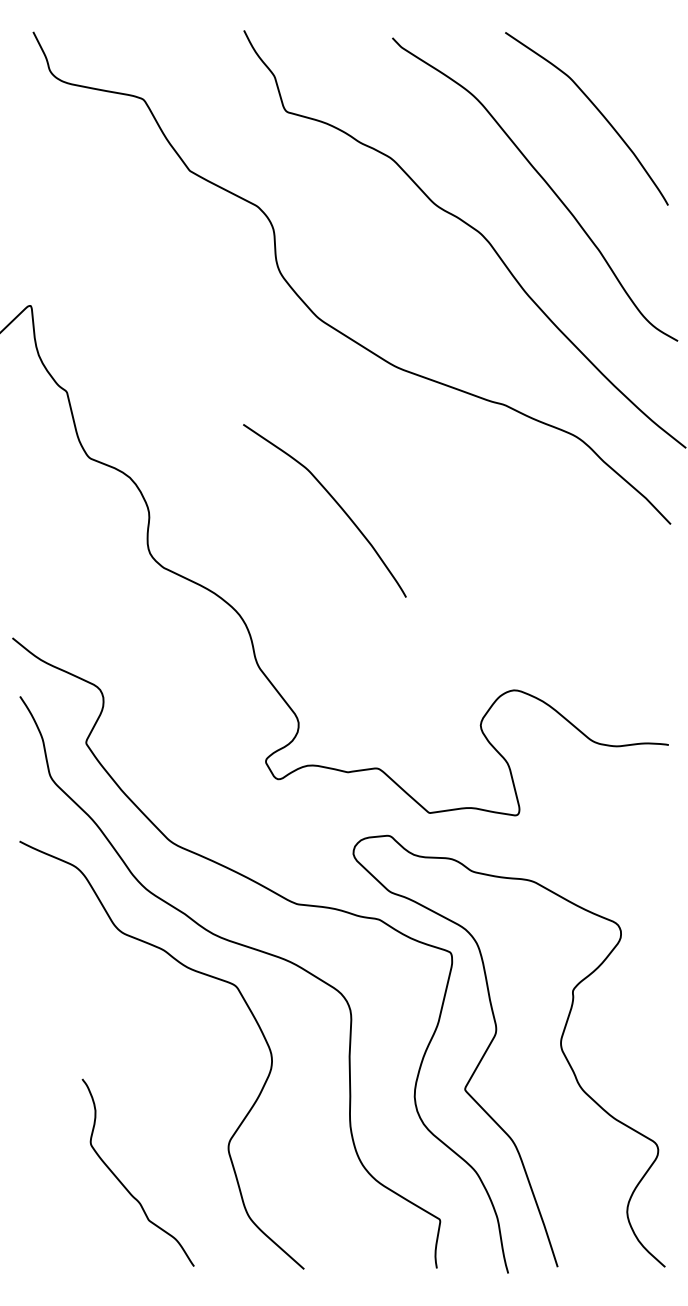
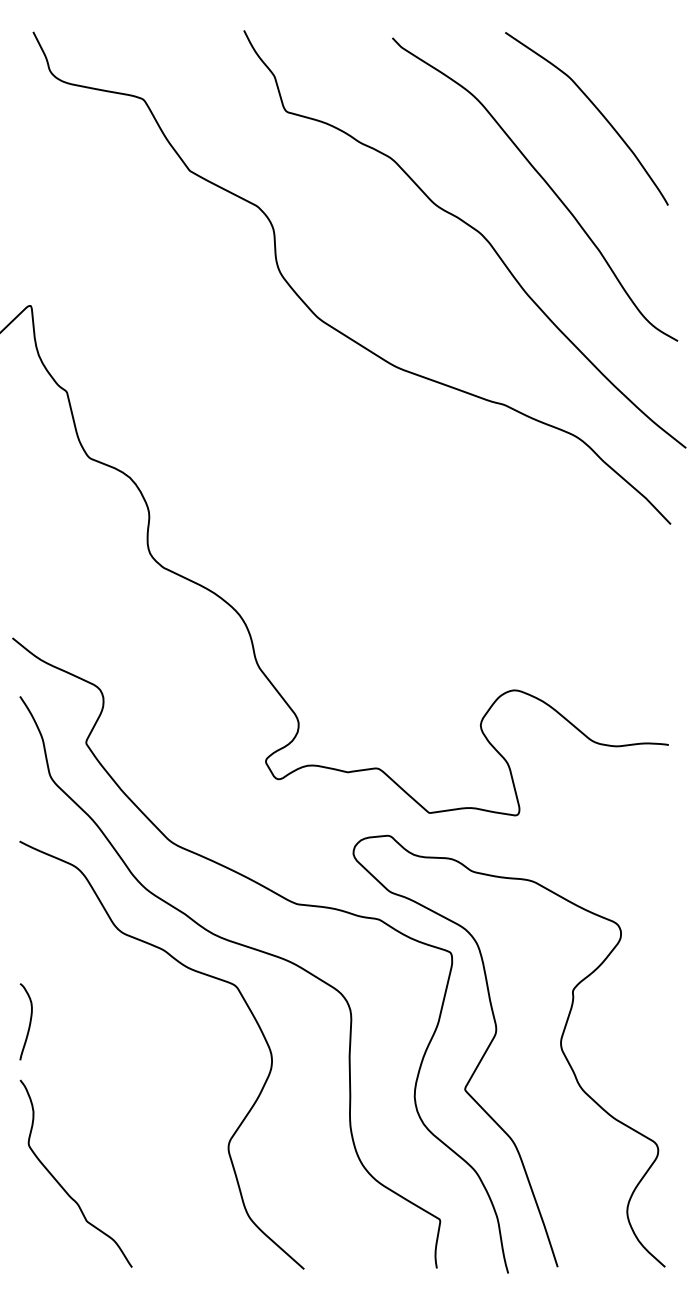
curve at (333, 500): present -> none
curve at (29, 1021): none -> present
curve at (122, 1182) position: (122, 1182) -> (60, 1183)
